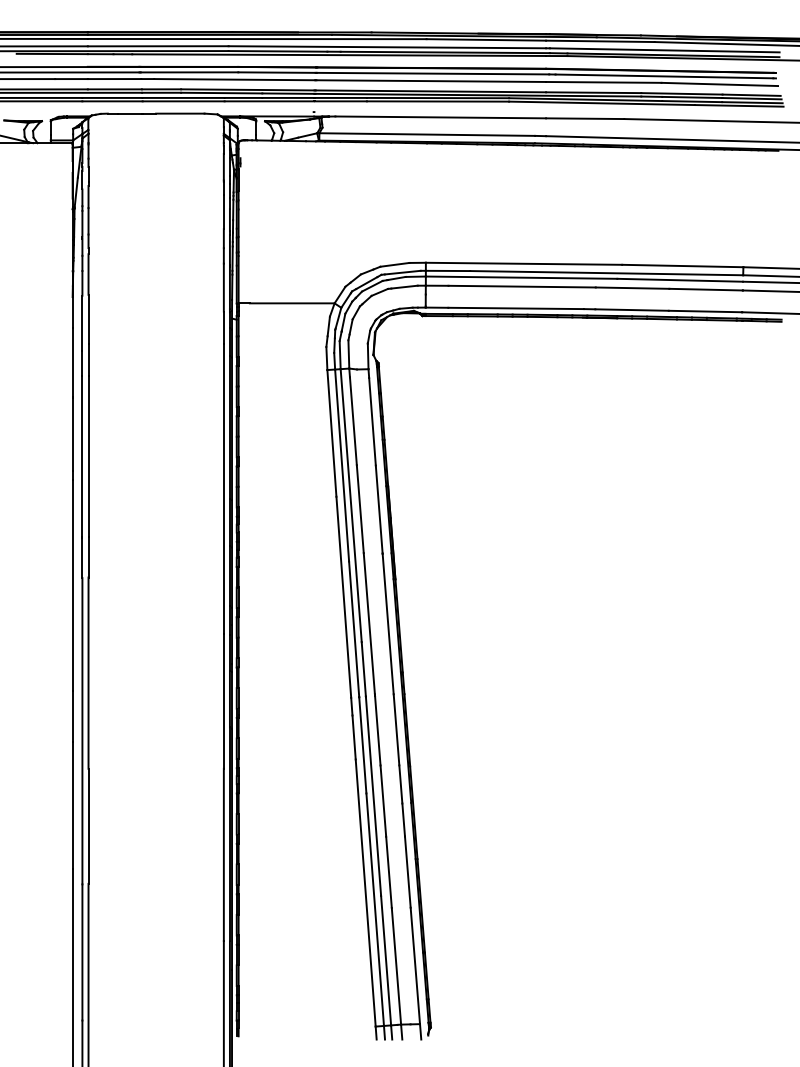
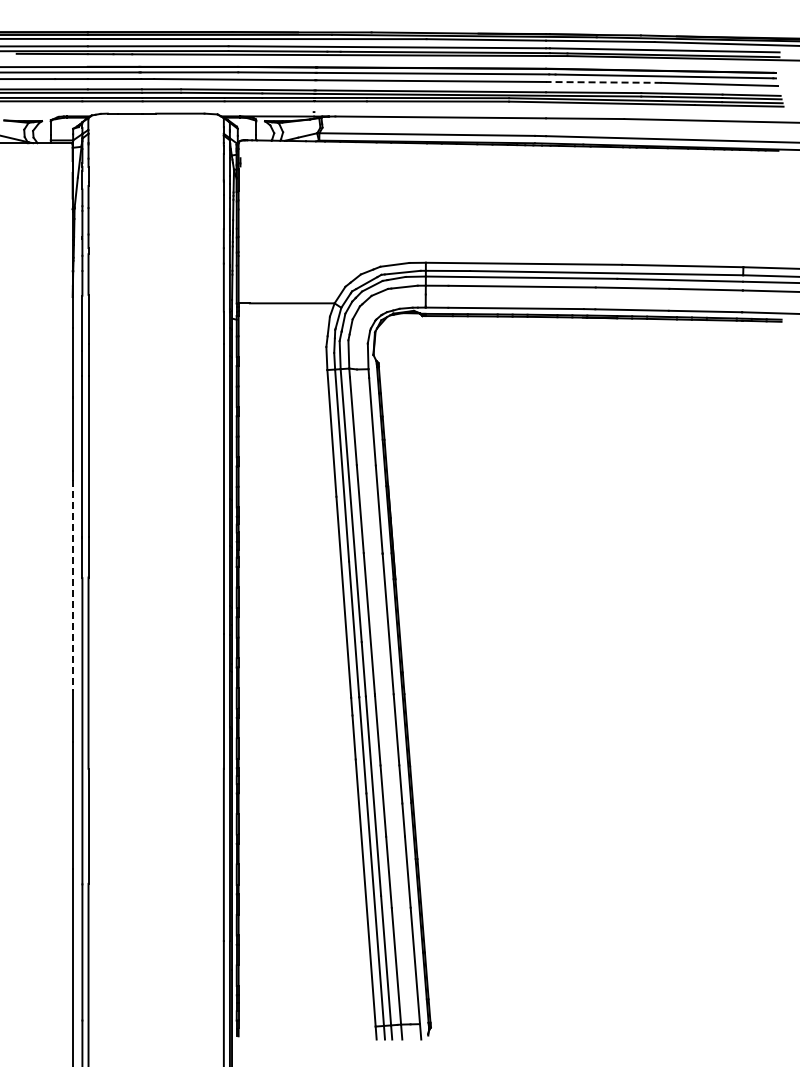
line at (603, 82): solid -> dashed
line at (72, 585): solid -> dashed
